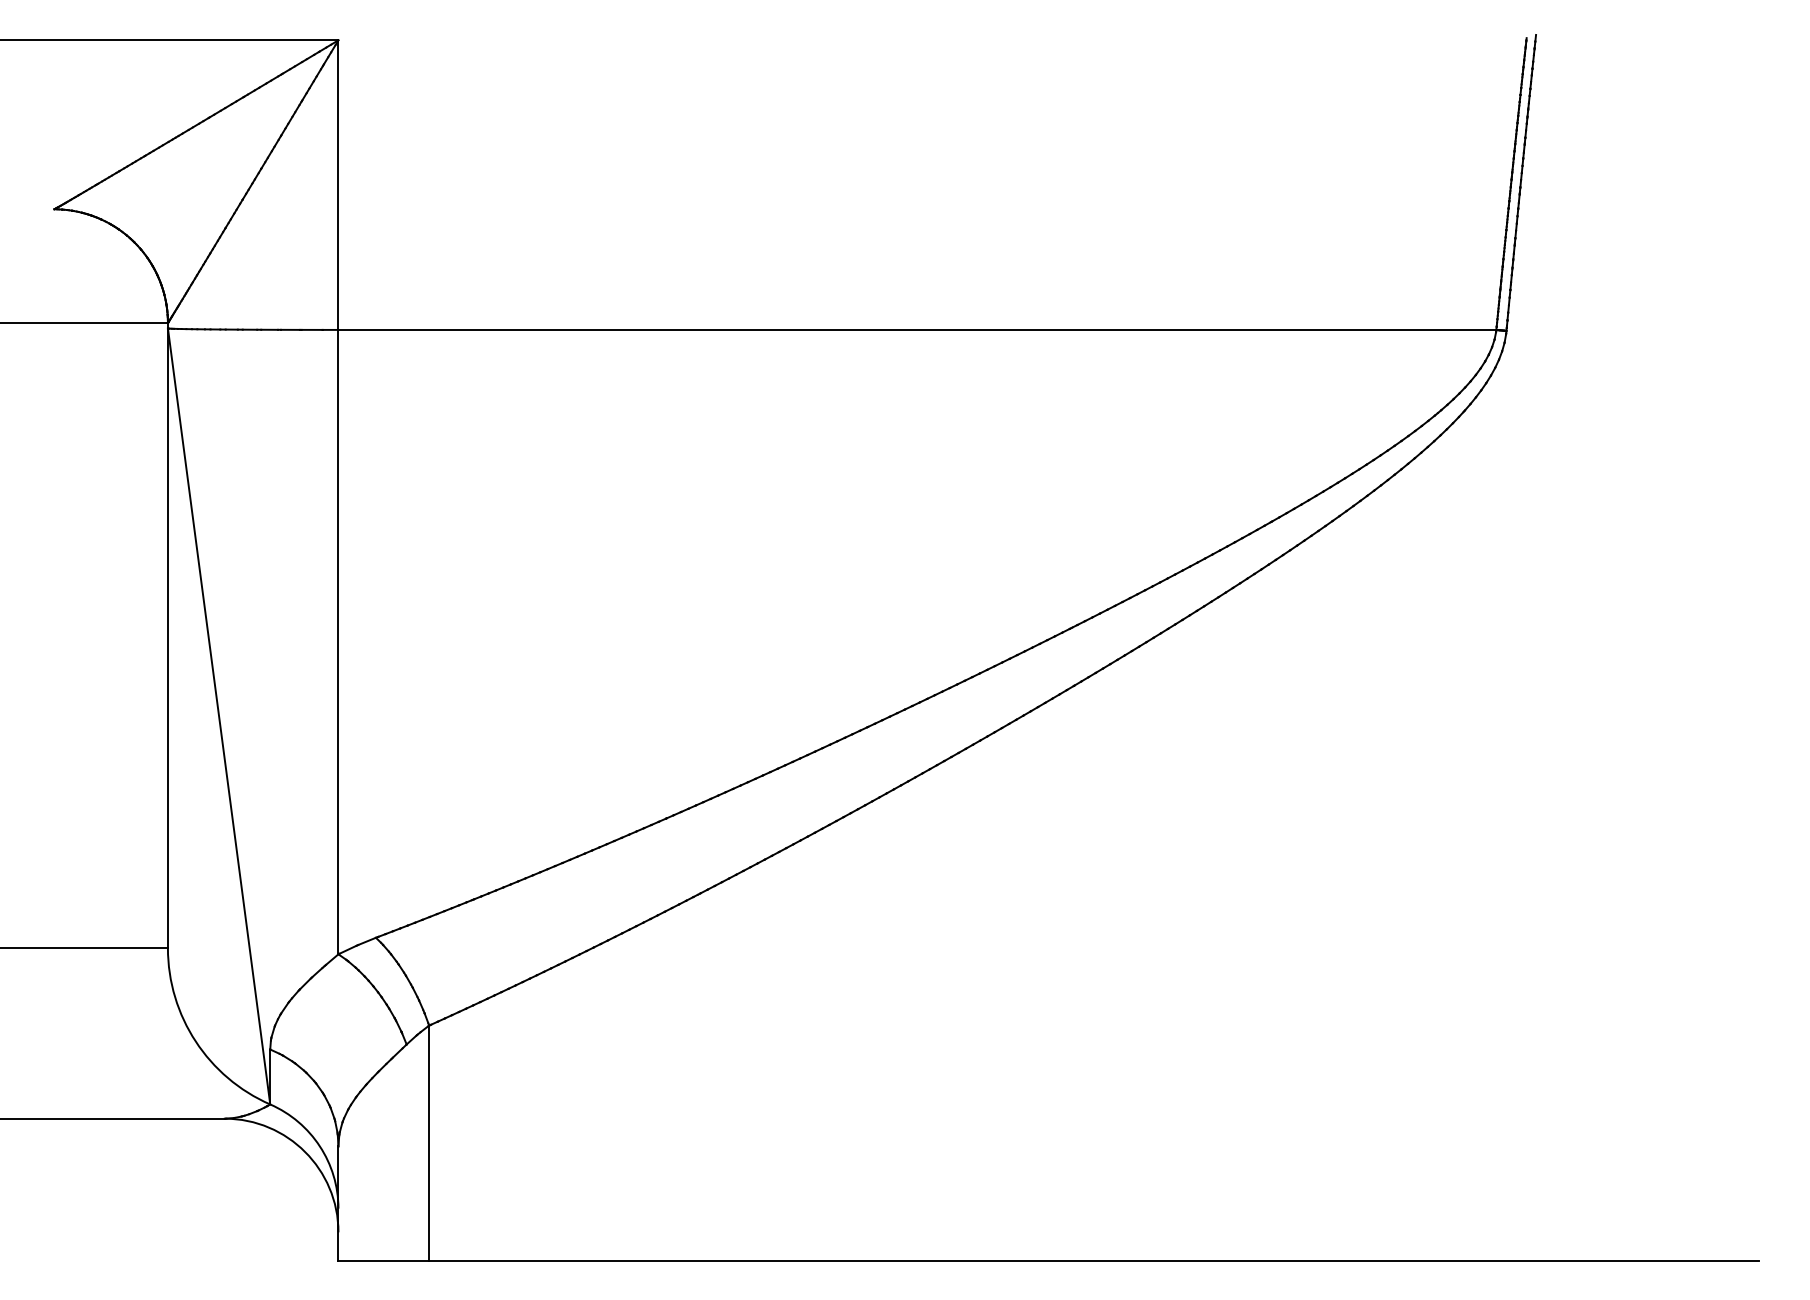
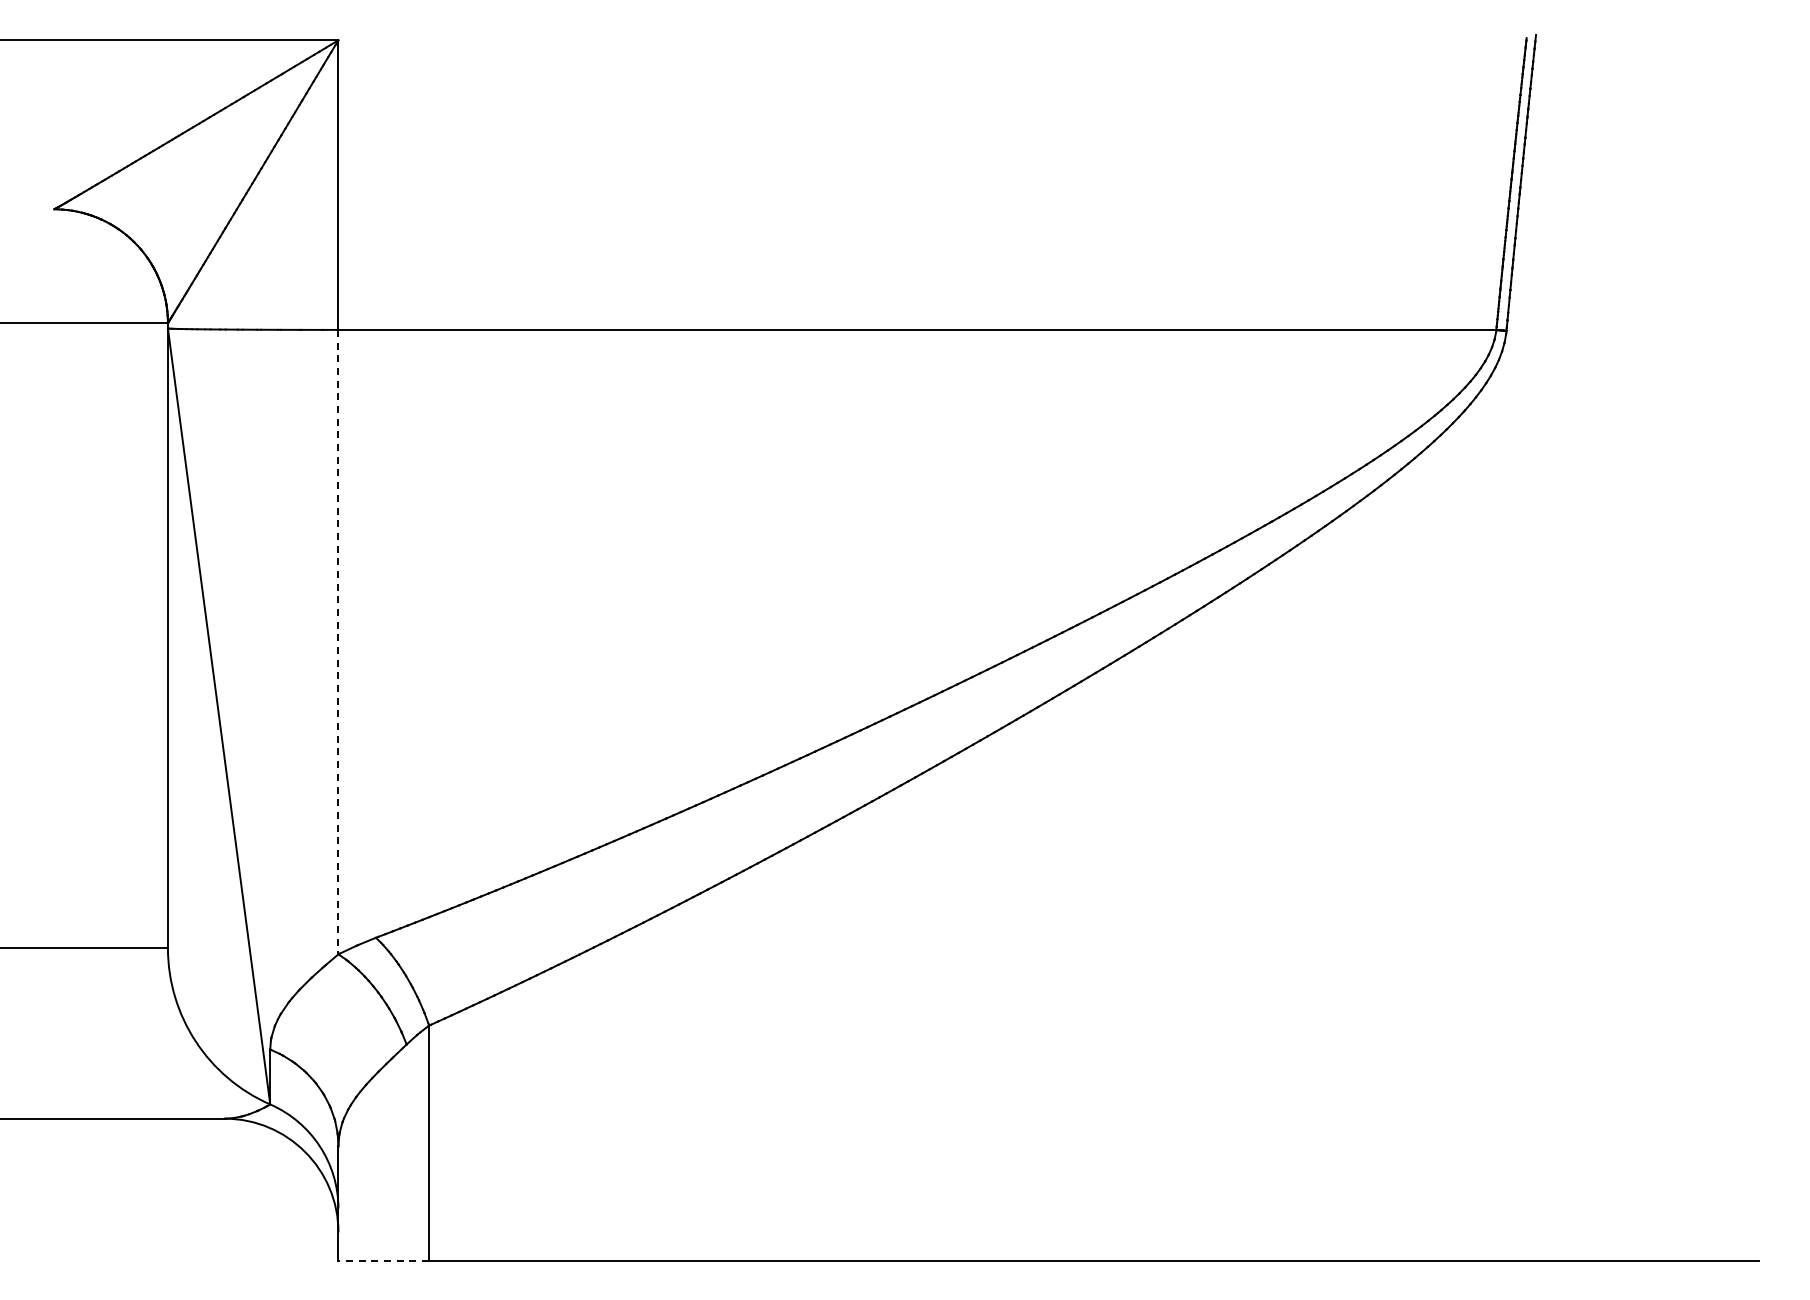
line at (338, 642): solid -> dashed
line at (383, 1260): solid -> dashed
